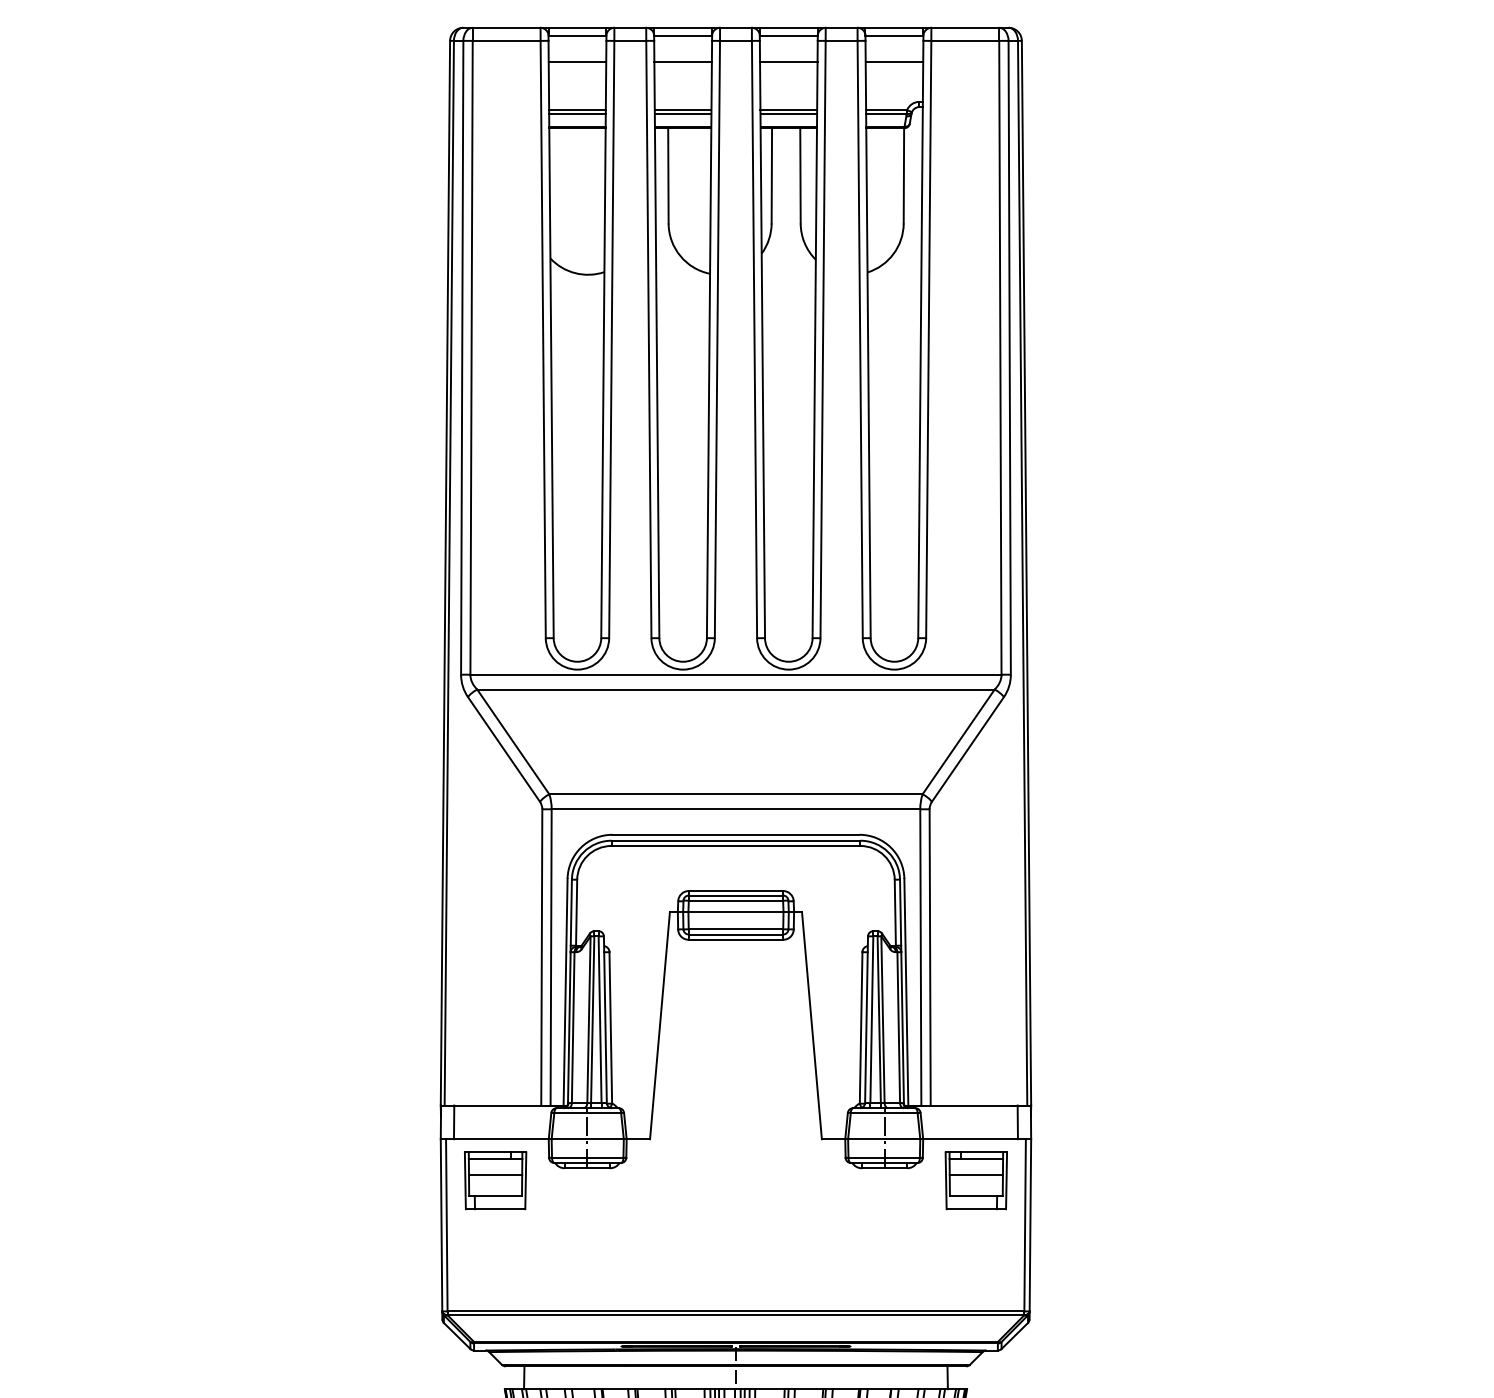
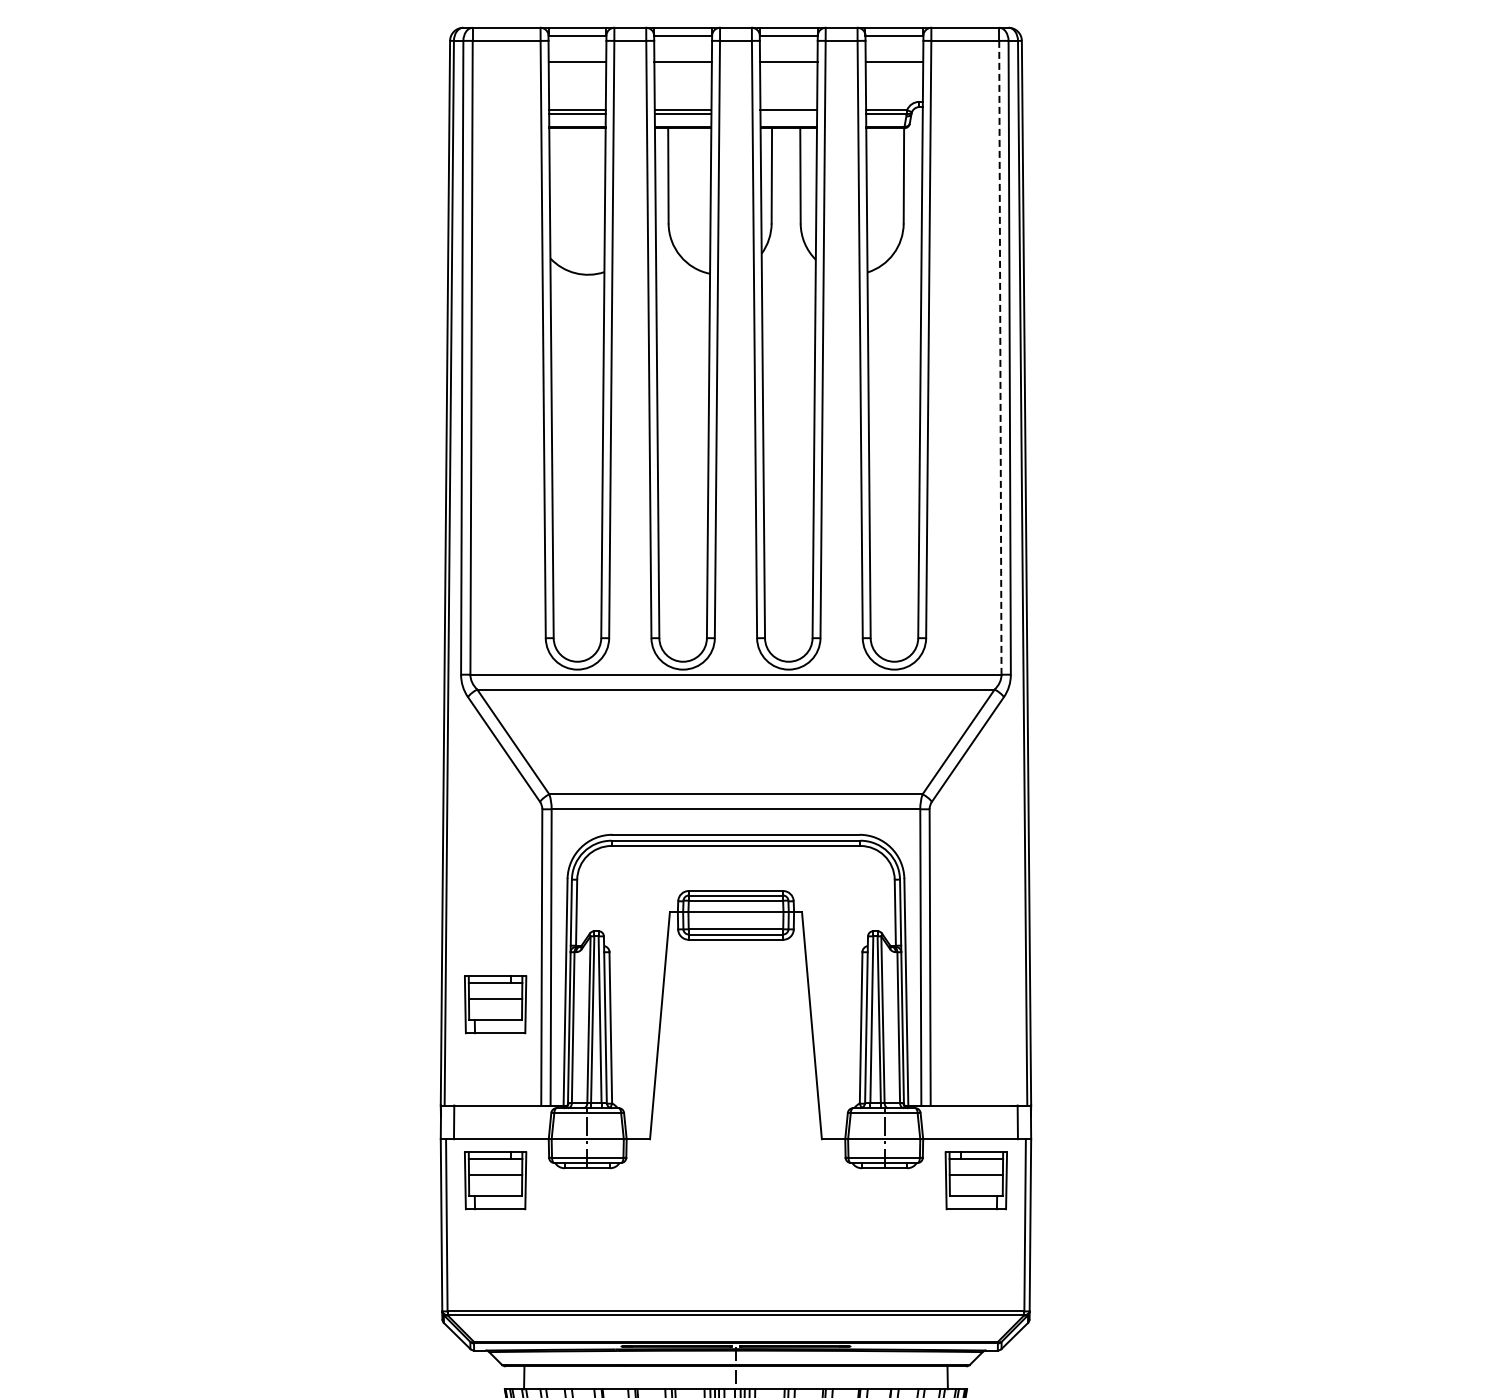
line at (788, 113): present -> none
line at (1000, 357): solid -> dashed
part at (495, 1004): none -> present
